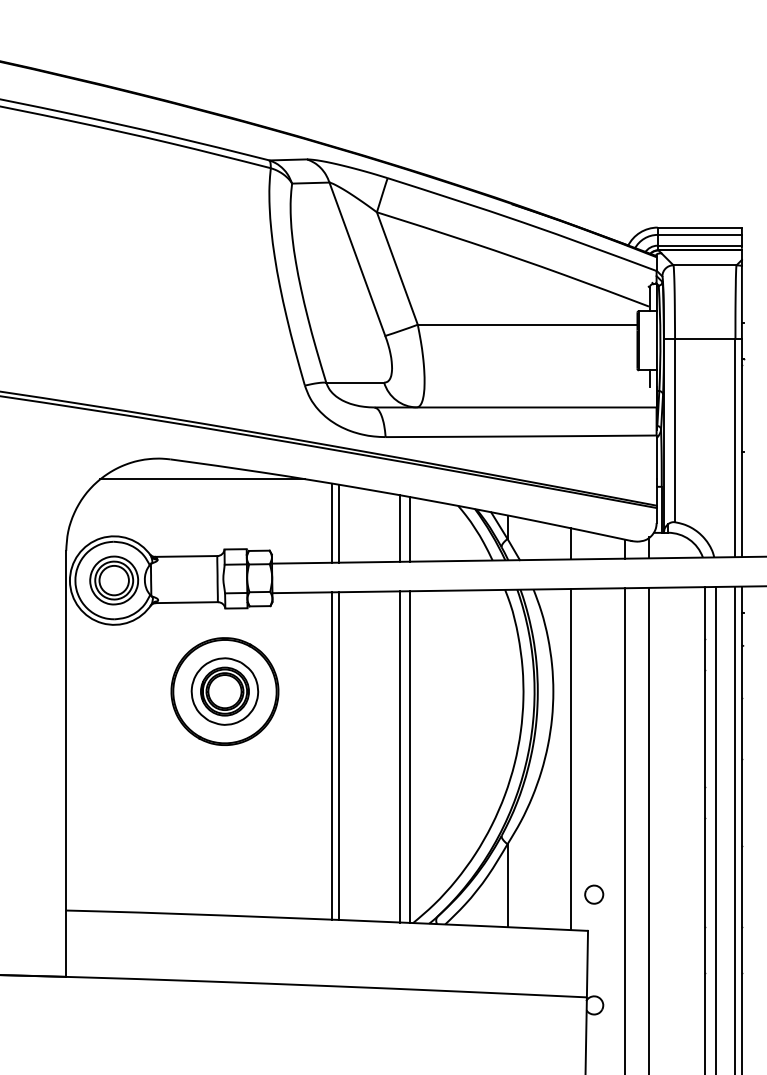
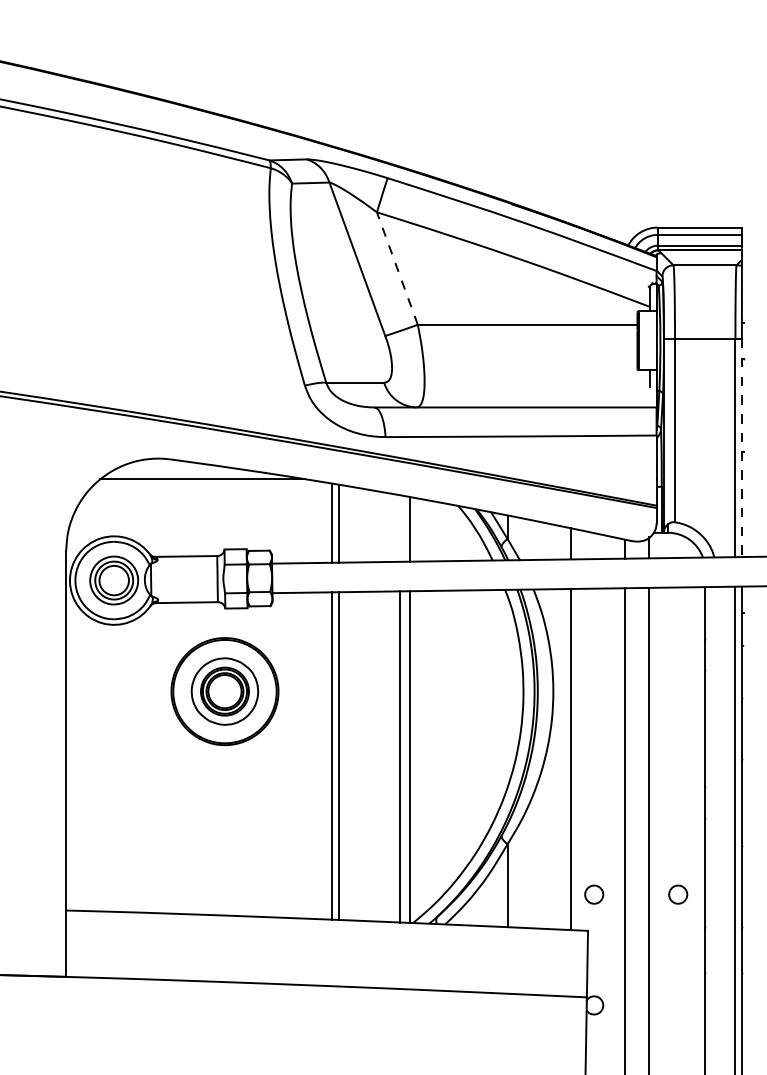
line at (397, 268): solid -> dashed
line at (741, 448): solid -> dashed
line at (399, 528): present -> none
line at (716, 828): present -> none
part at (678, 894): none -> present
